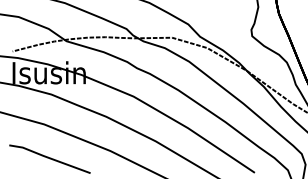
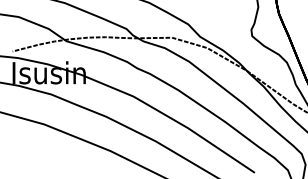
line at (49, 158): present -> none
